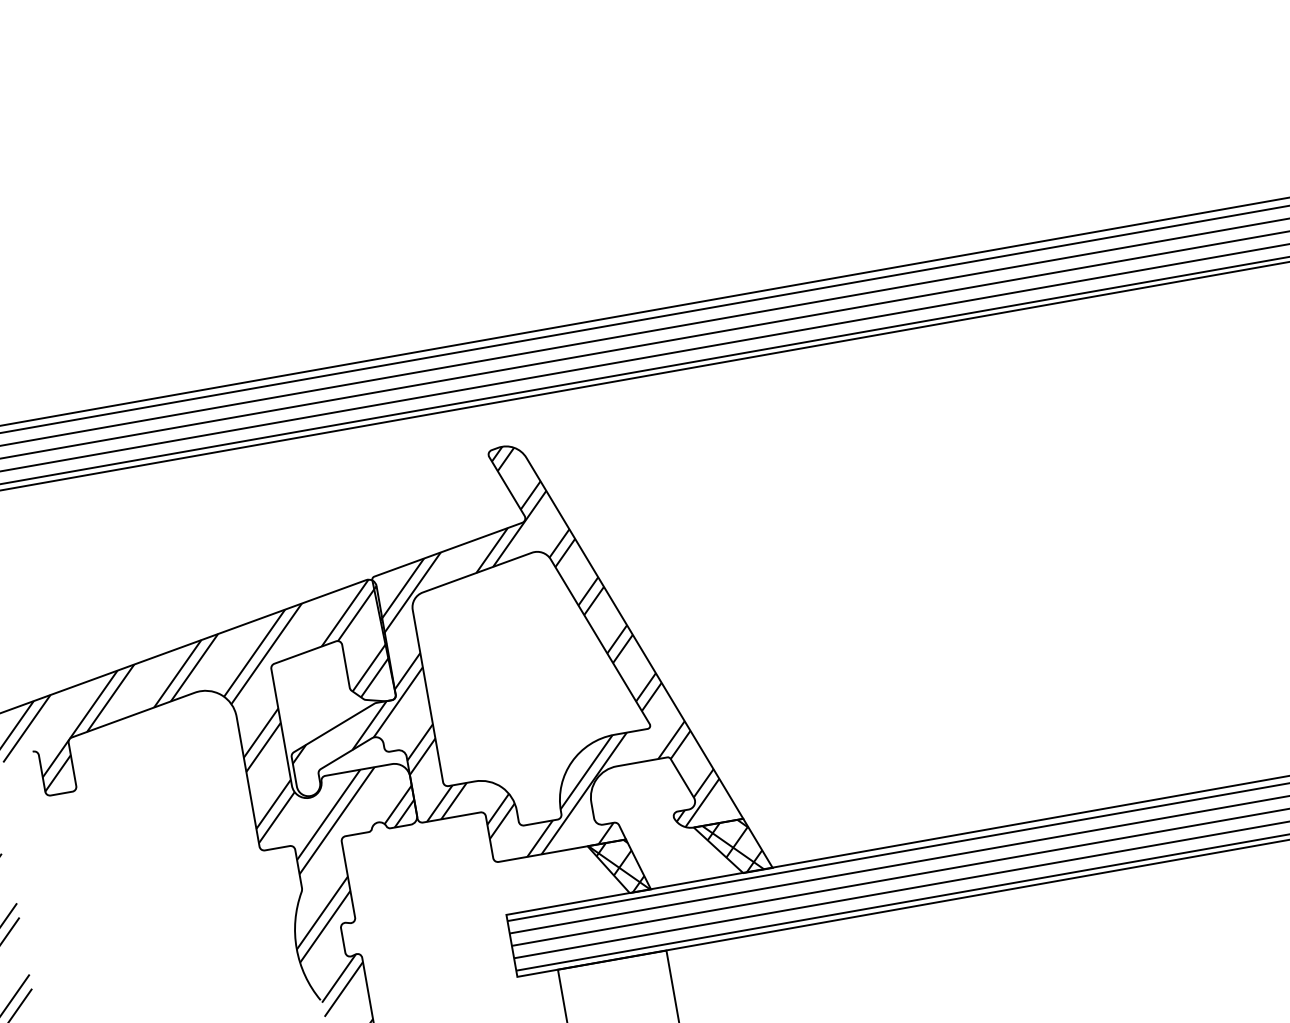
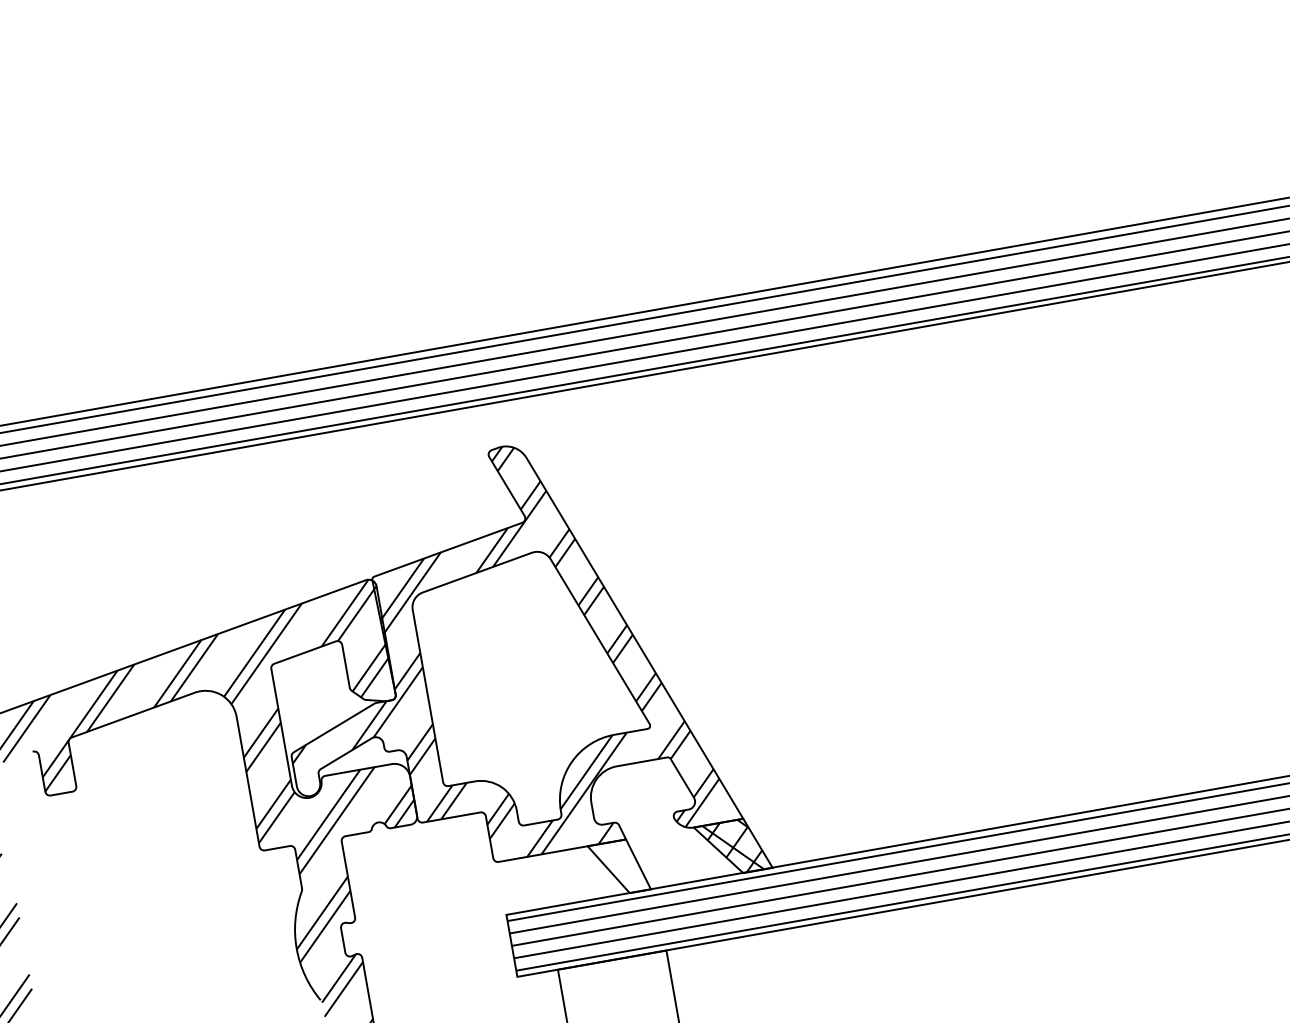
hatch at (619, 865): present -> none
